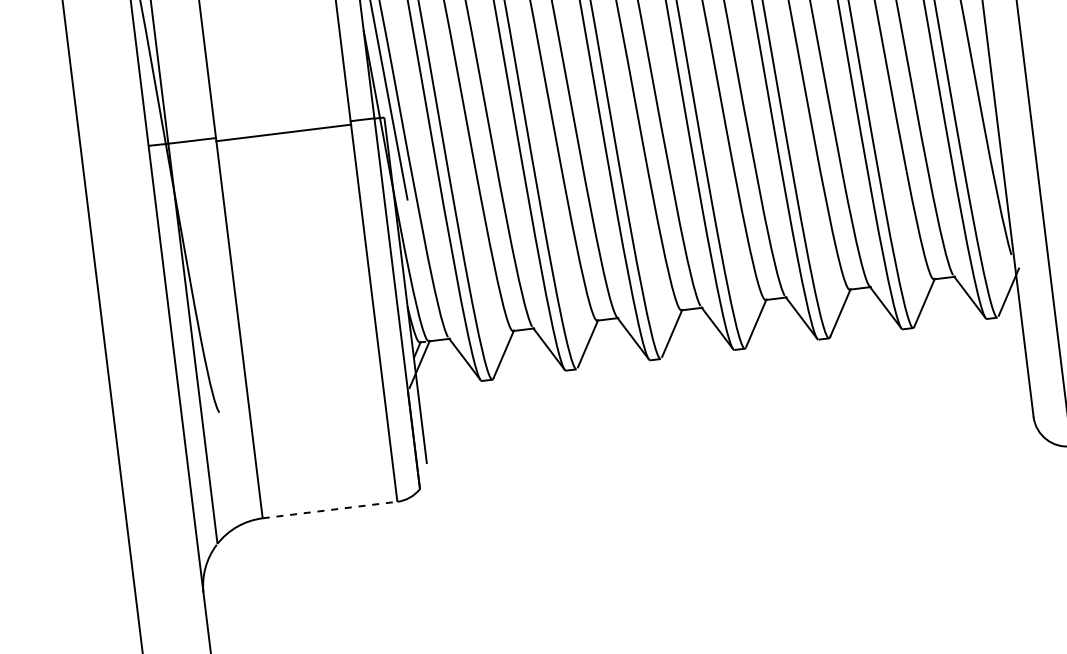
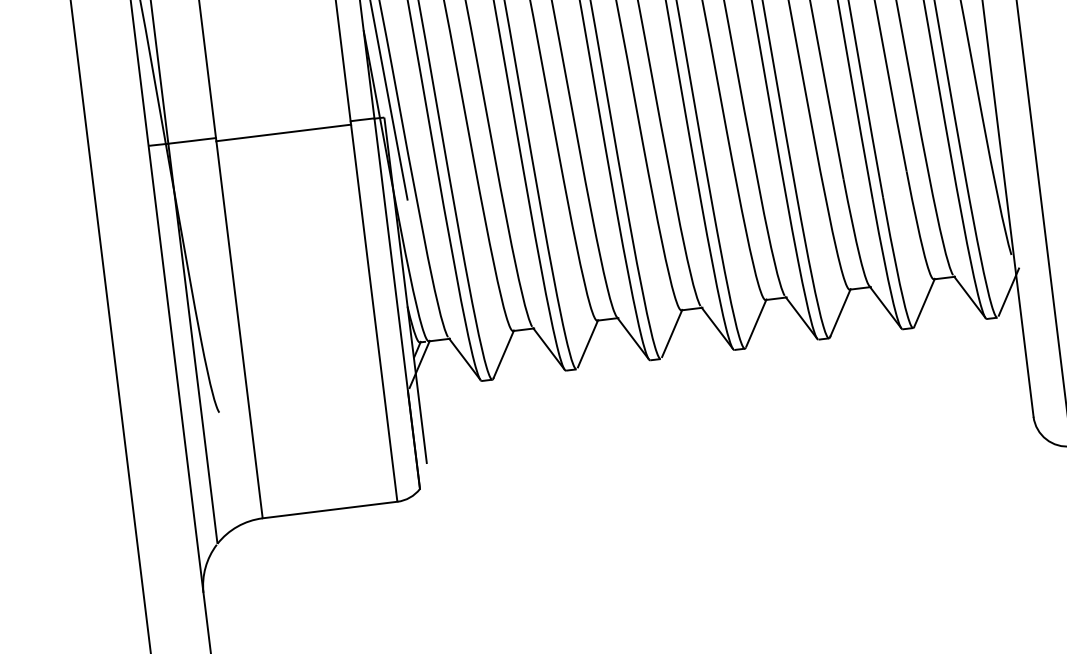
line at (102, 326) position: (102, 326) -> (110, 326)
line at (330, 510): dashed -> solid
